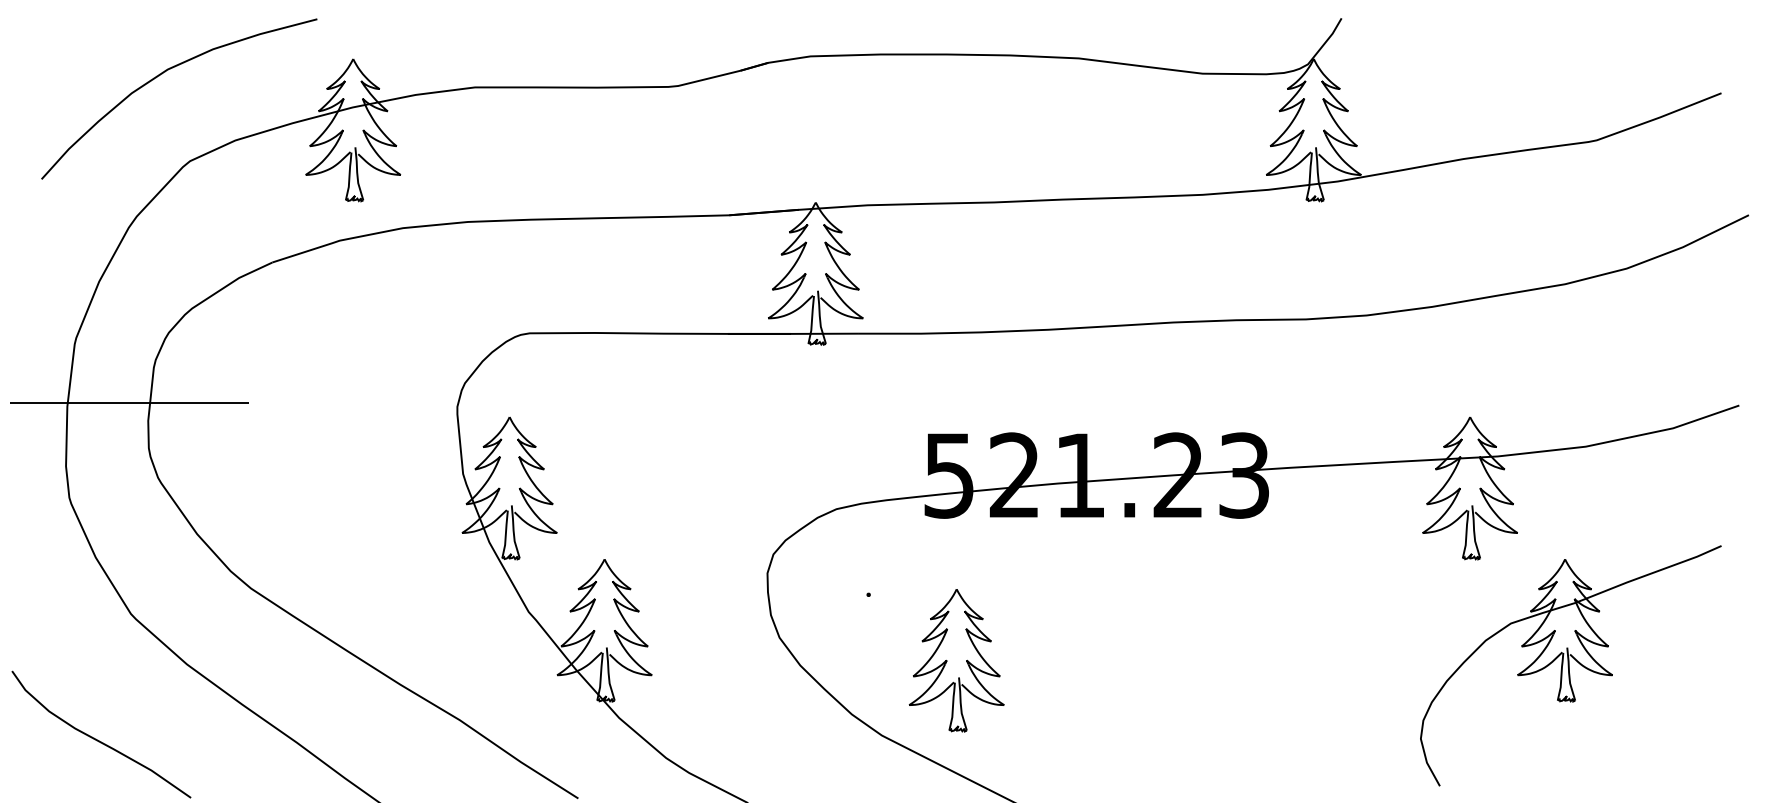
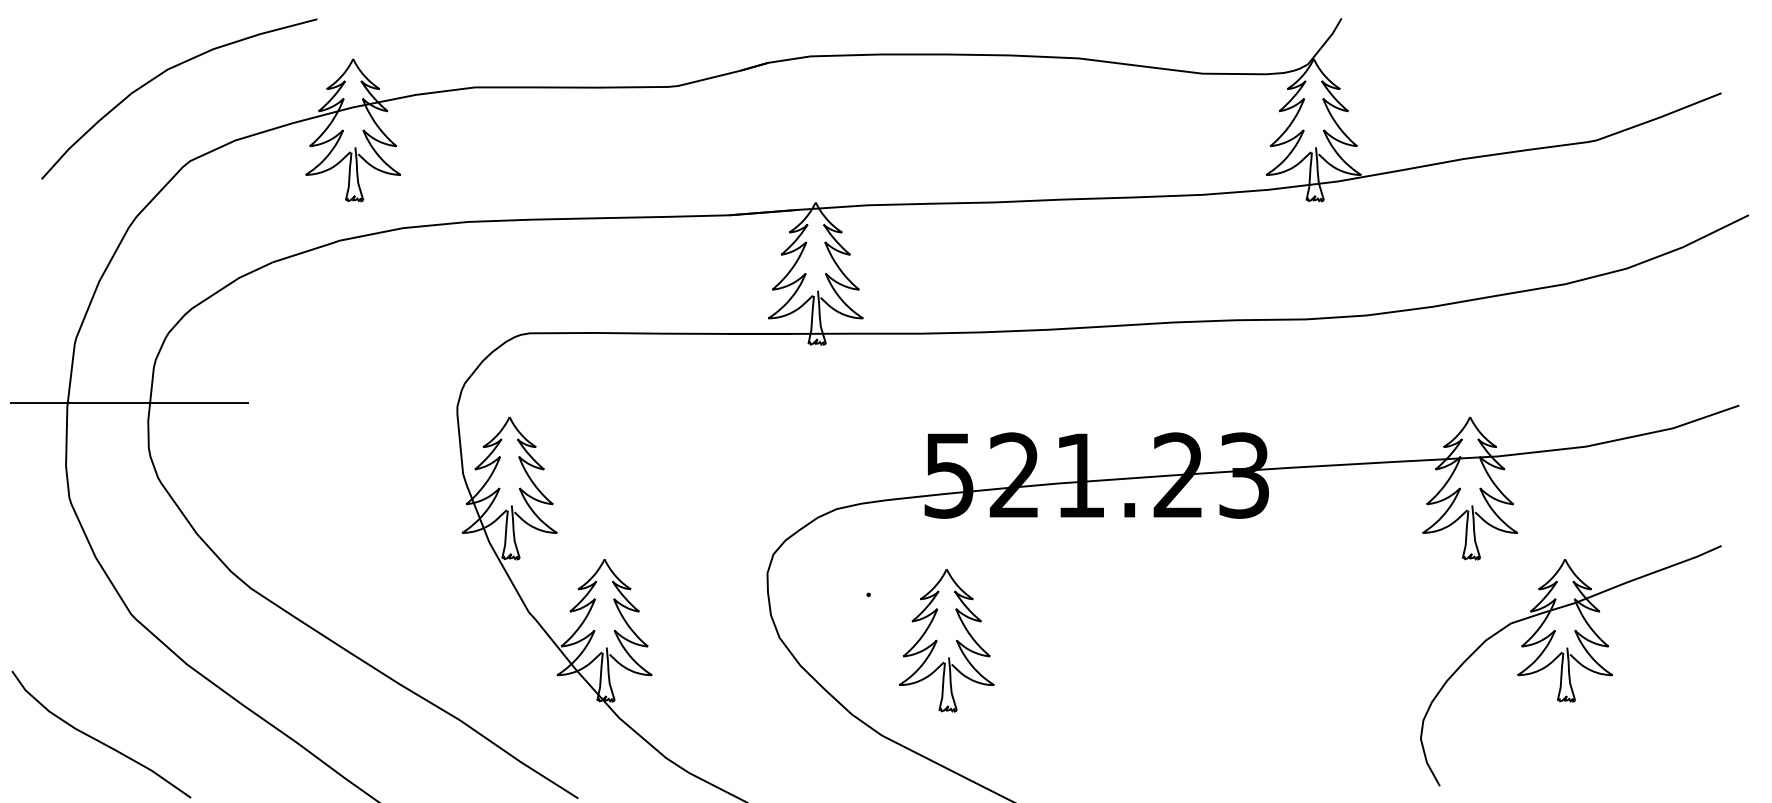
part at (956, 660) position: (956, 660) -> (946, 640)
